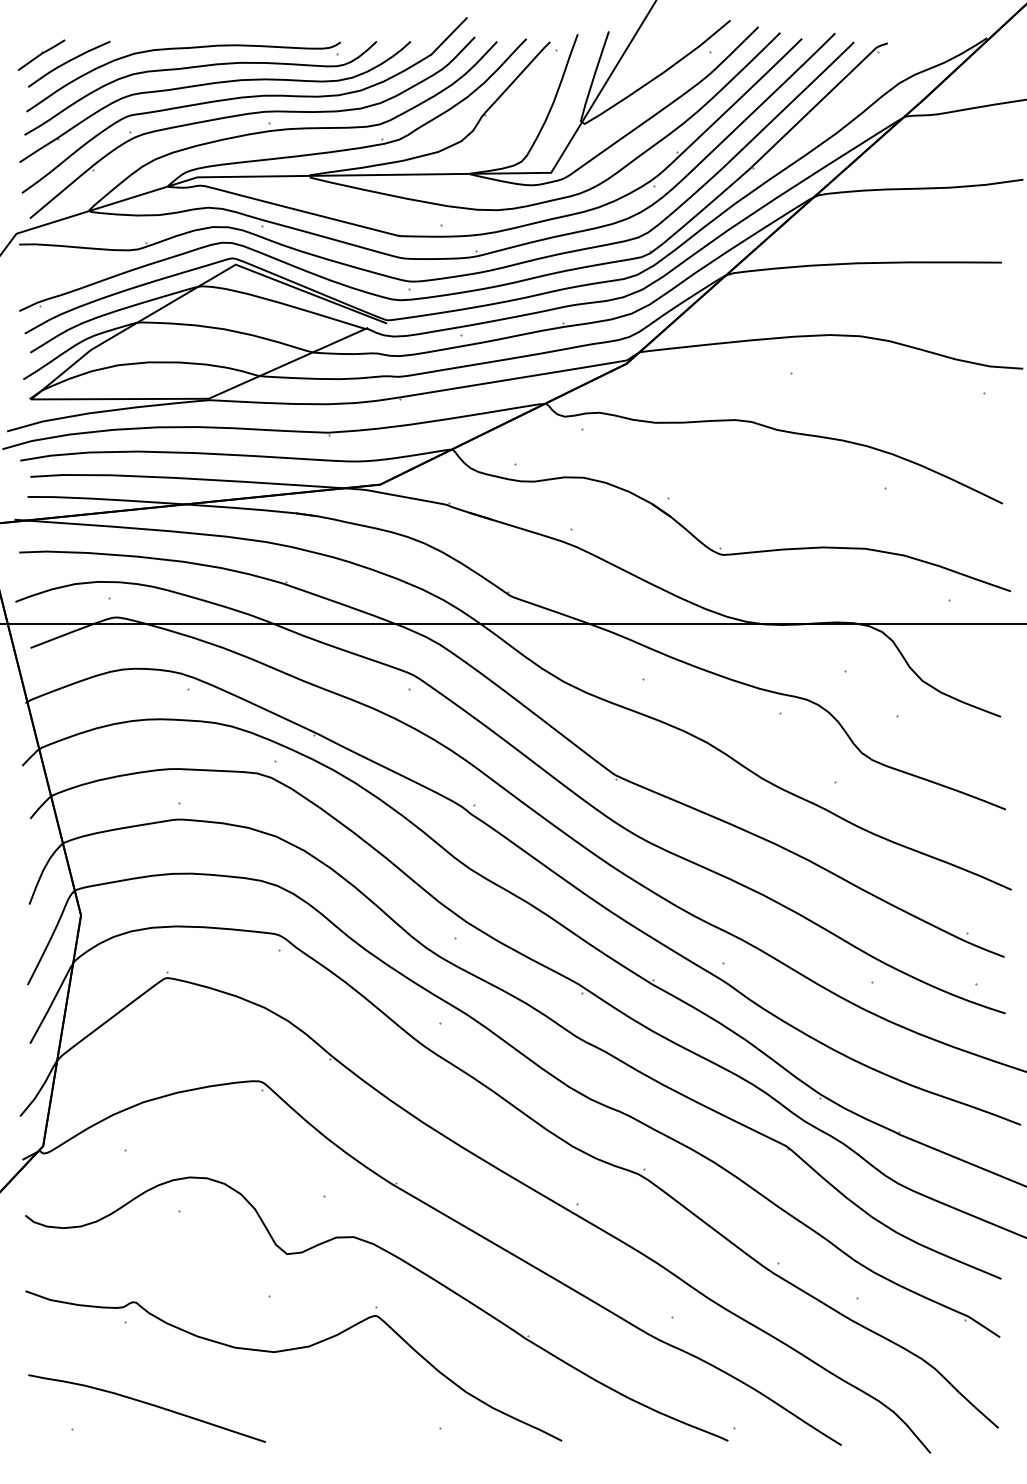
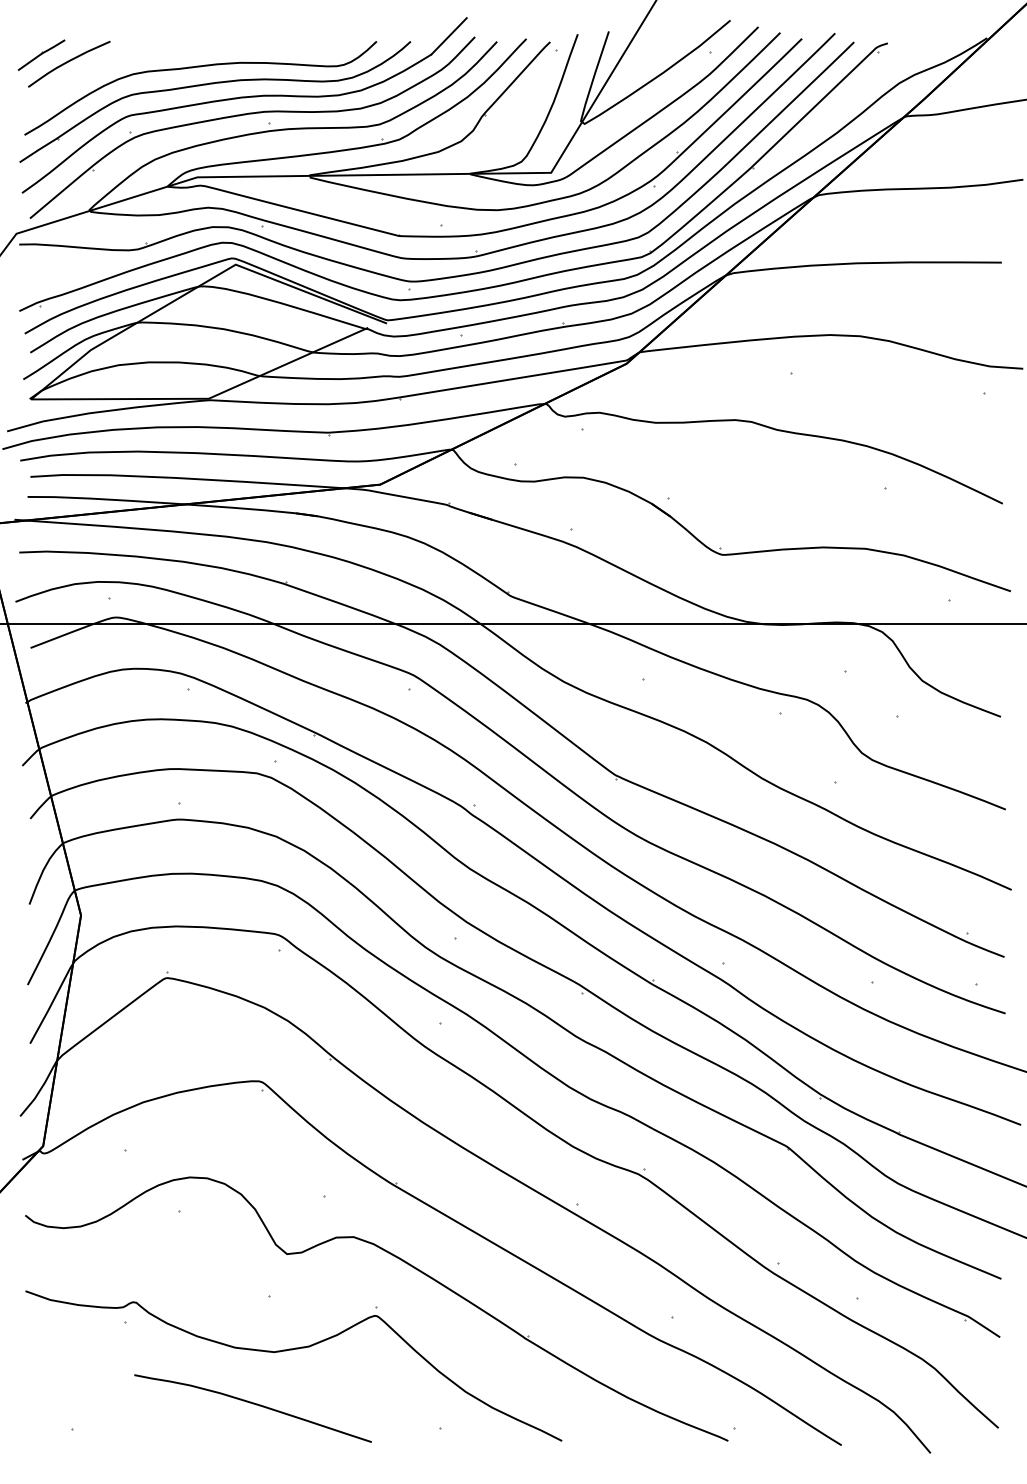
part at (183, 49): present -> none
curve at (146, 1404) position: (146, 1404) -> (252, 1404)
